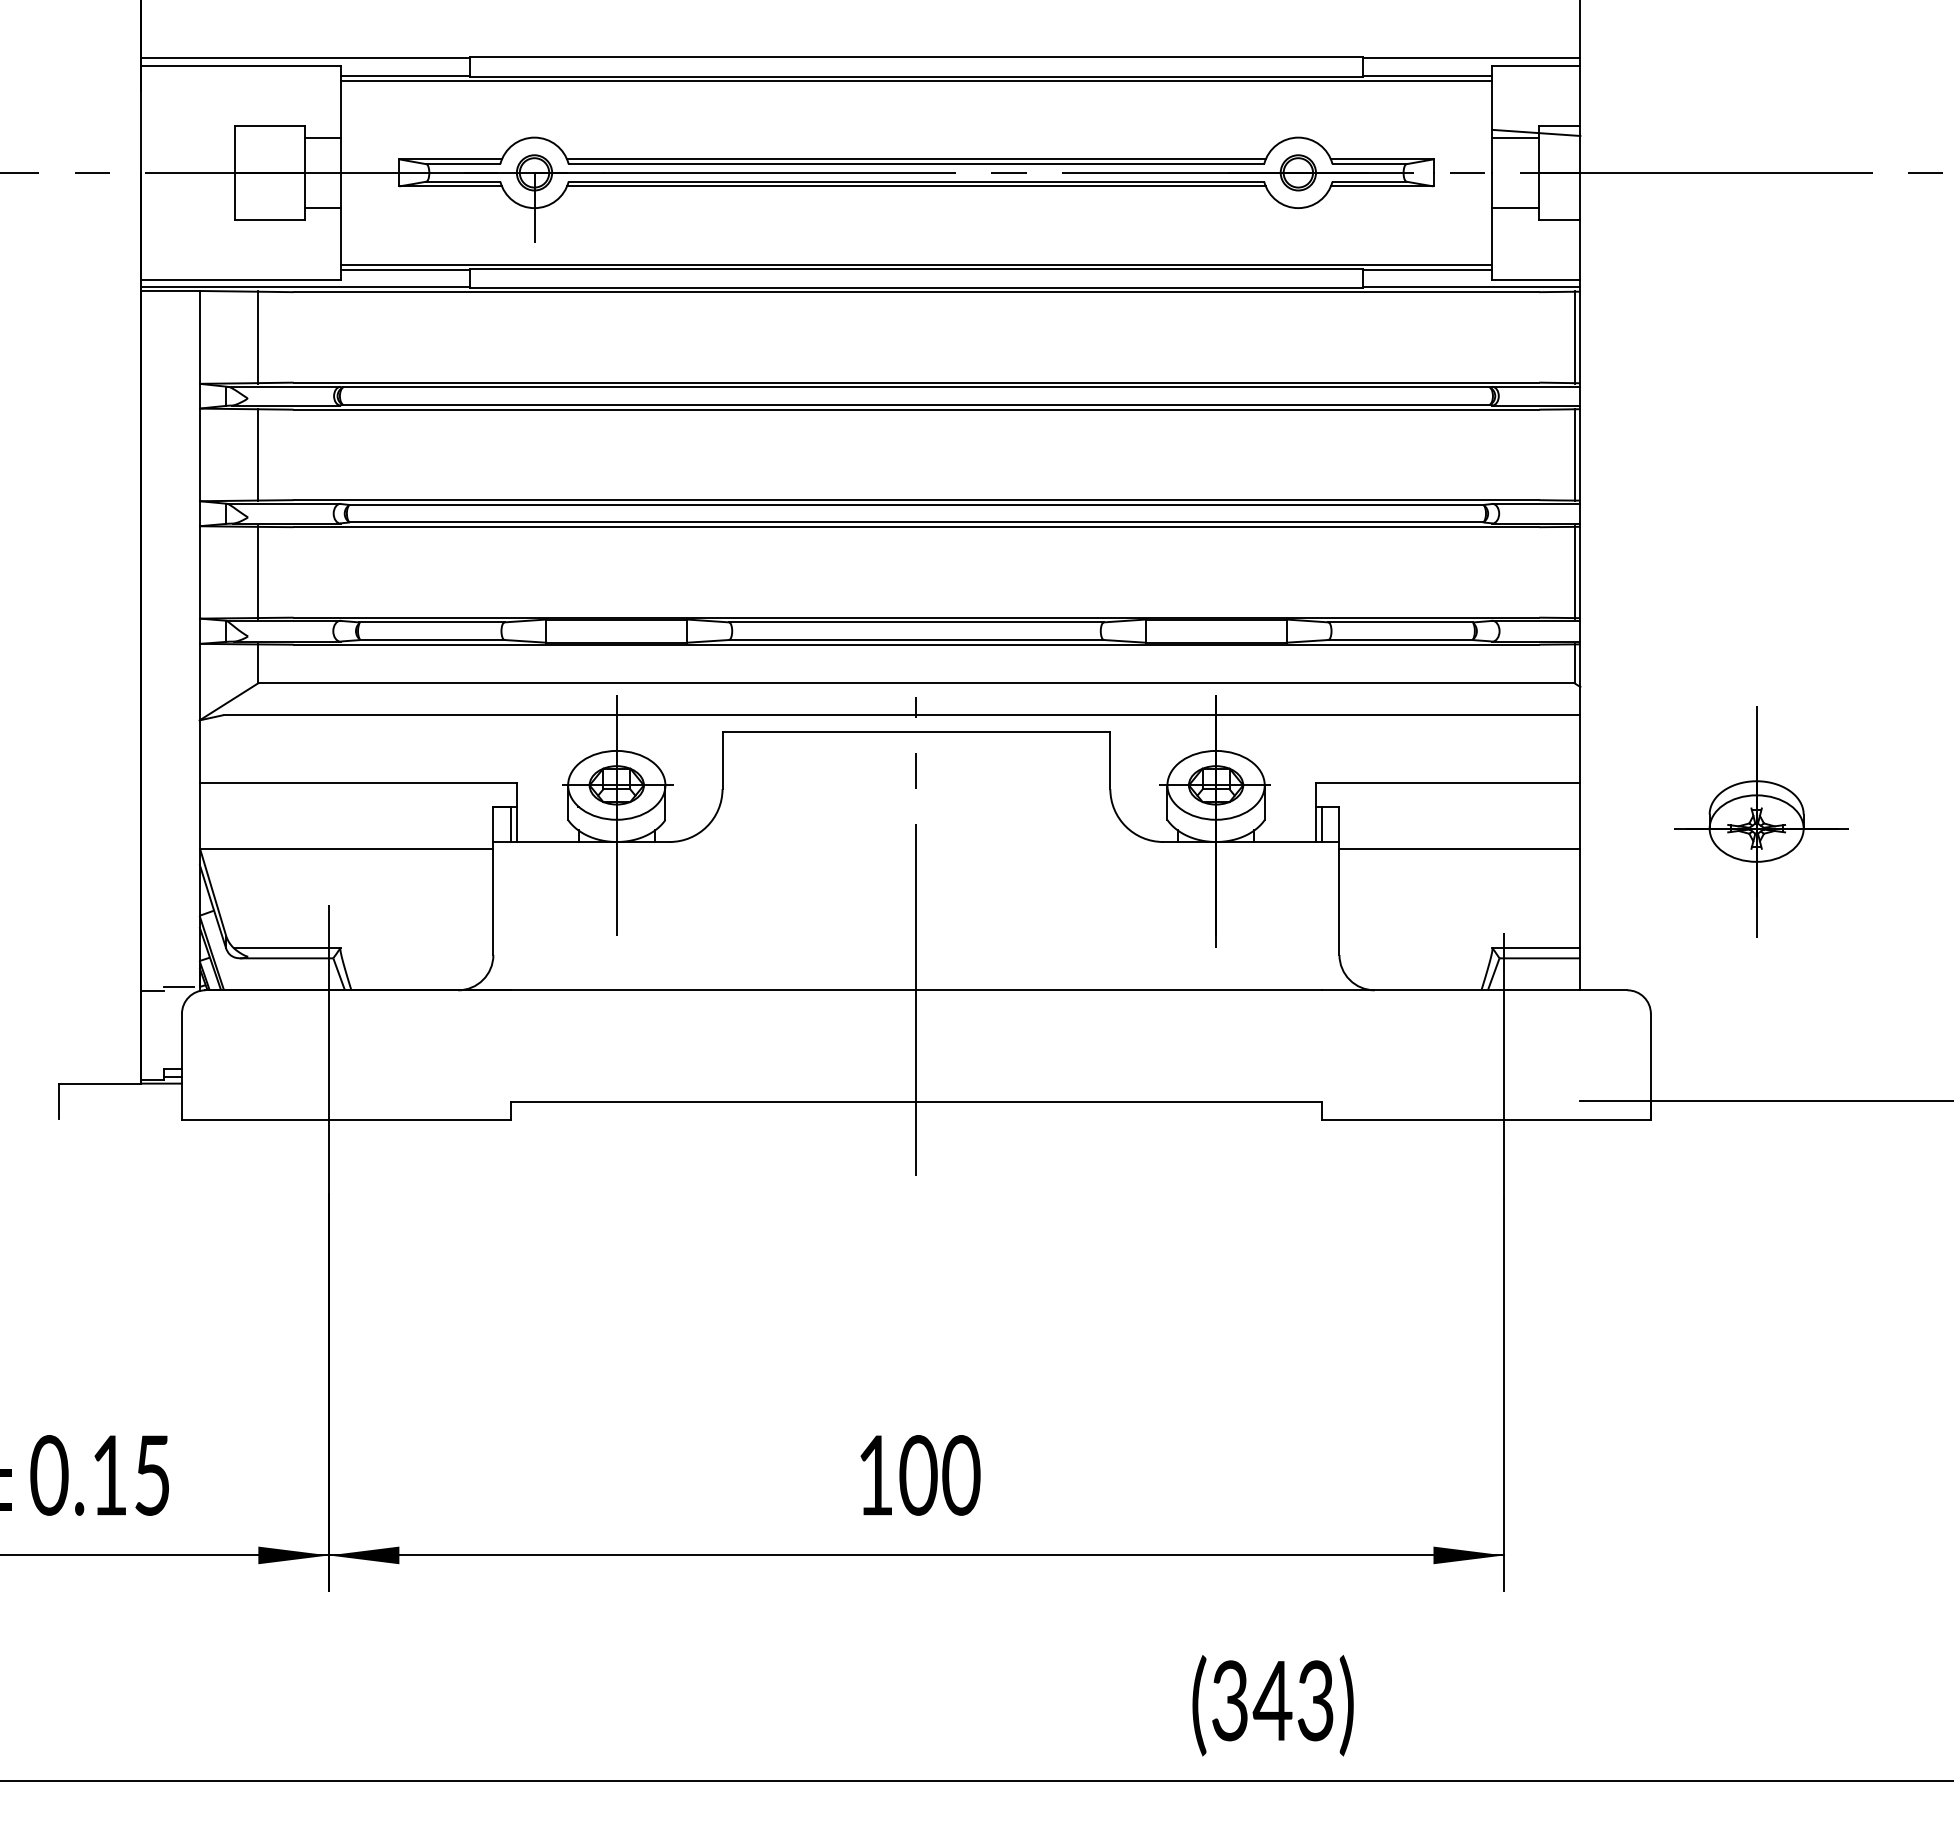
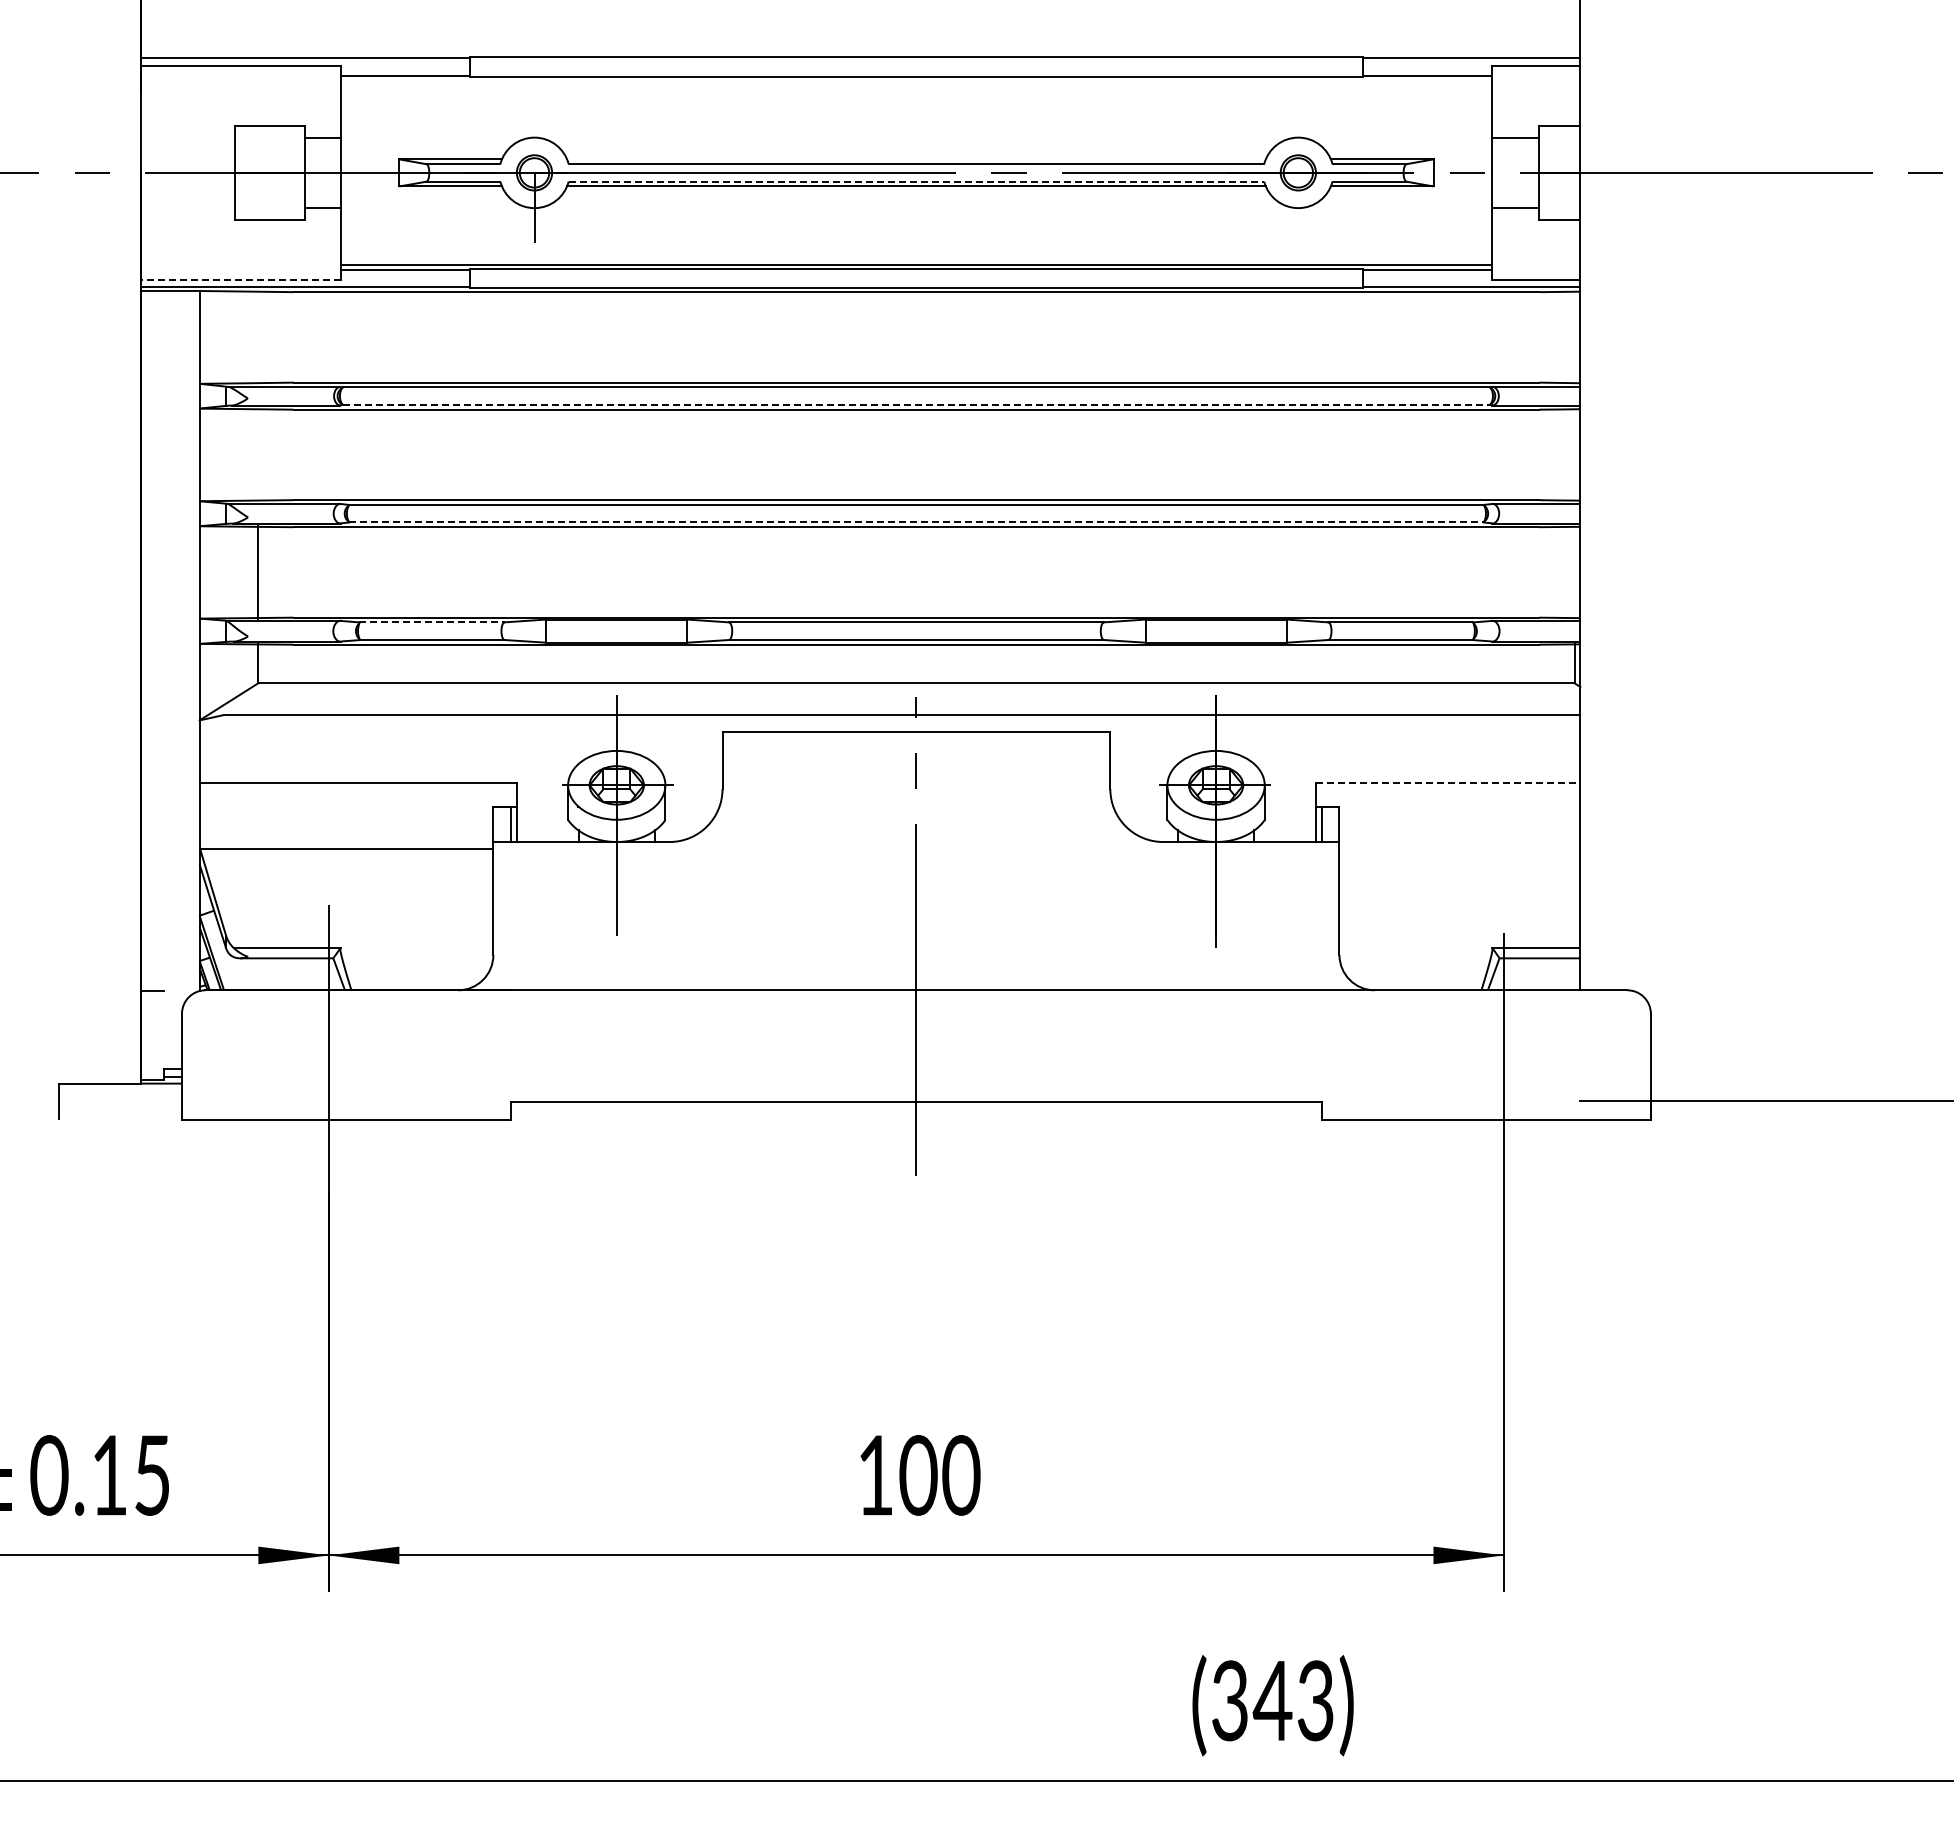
line at (916, 80): present -> none
line at (1536, 132): present -> none
line at (916, 159): present -> none
line at (916, 181): solid -> dashed
line at (240, 279): solid -> dashed
line at (258, 336): present -> none
line at (1574, 336): present -> none
line at (916, 404): solid -> dashed
line at (258, 454): present -> none
line at (1574, 454): present -> none
line at (916, 522): solid -> dashed
line at (1574, 572): present -> none
line at (431, 622): solid -> dashed
line at (1448, 782): solid -> dashed
part at (1761, 821): present -> none
line at (1459, 849): present -> none
line at (179, 987): present -> none
